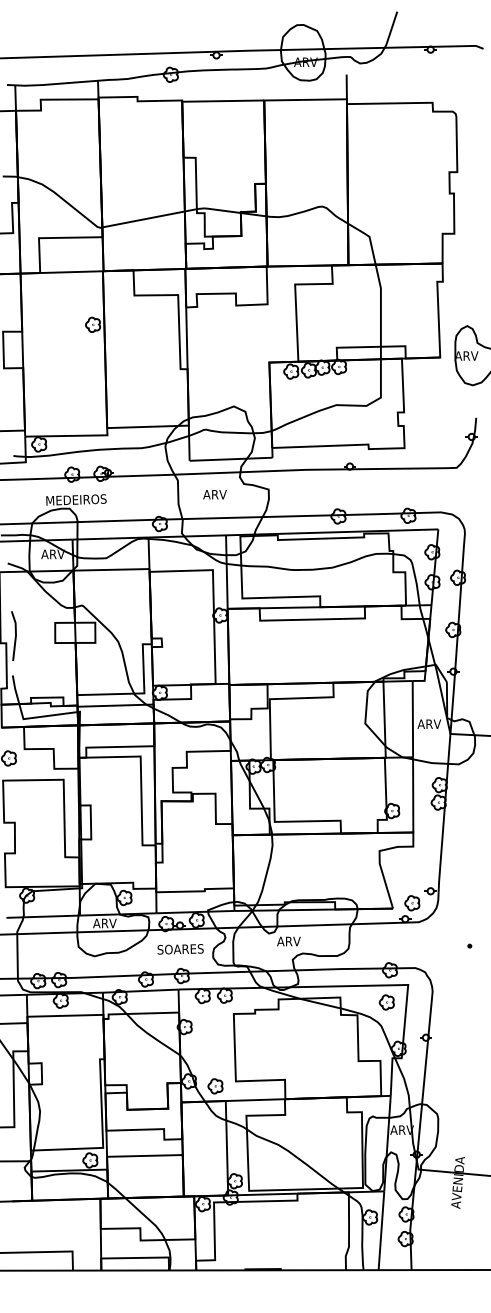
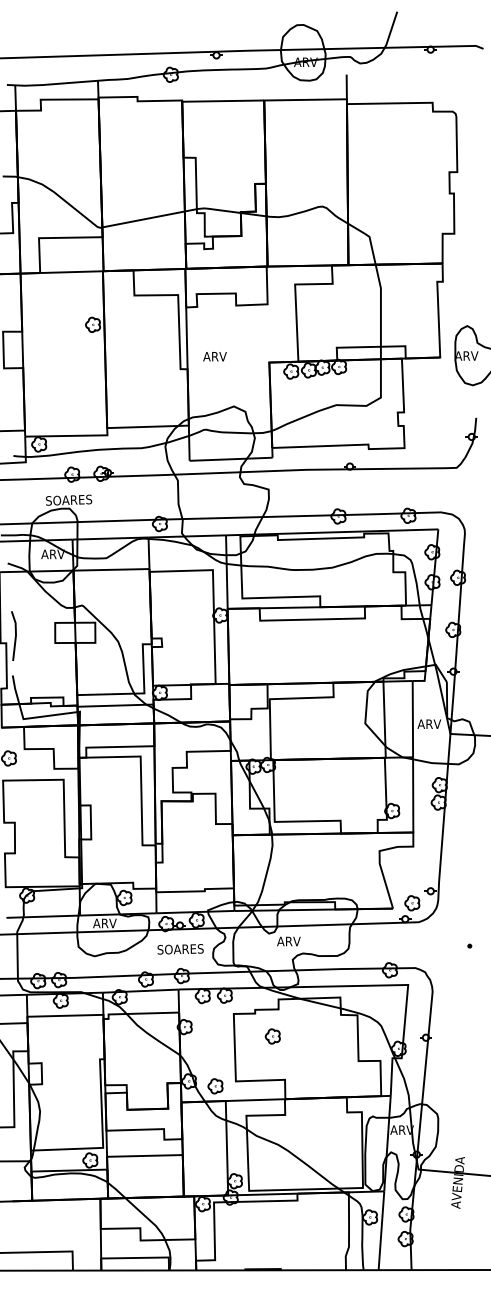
text at (214, 494) position: (214, 494) -> (214, 356)
text at (76, 499): MEDEIROS -> SOARES
part at (386, 1002) position: (386, 1002) -> (272, 1036)
